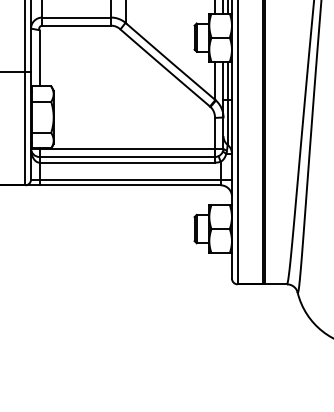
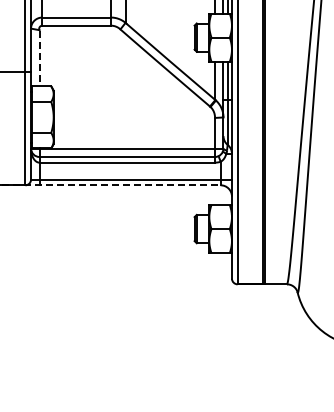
line at (39, 58): solid -> dashed
line at (111, 185): solid -> dashed
